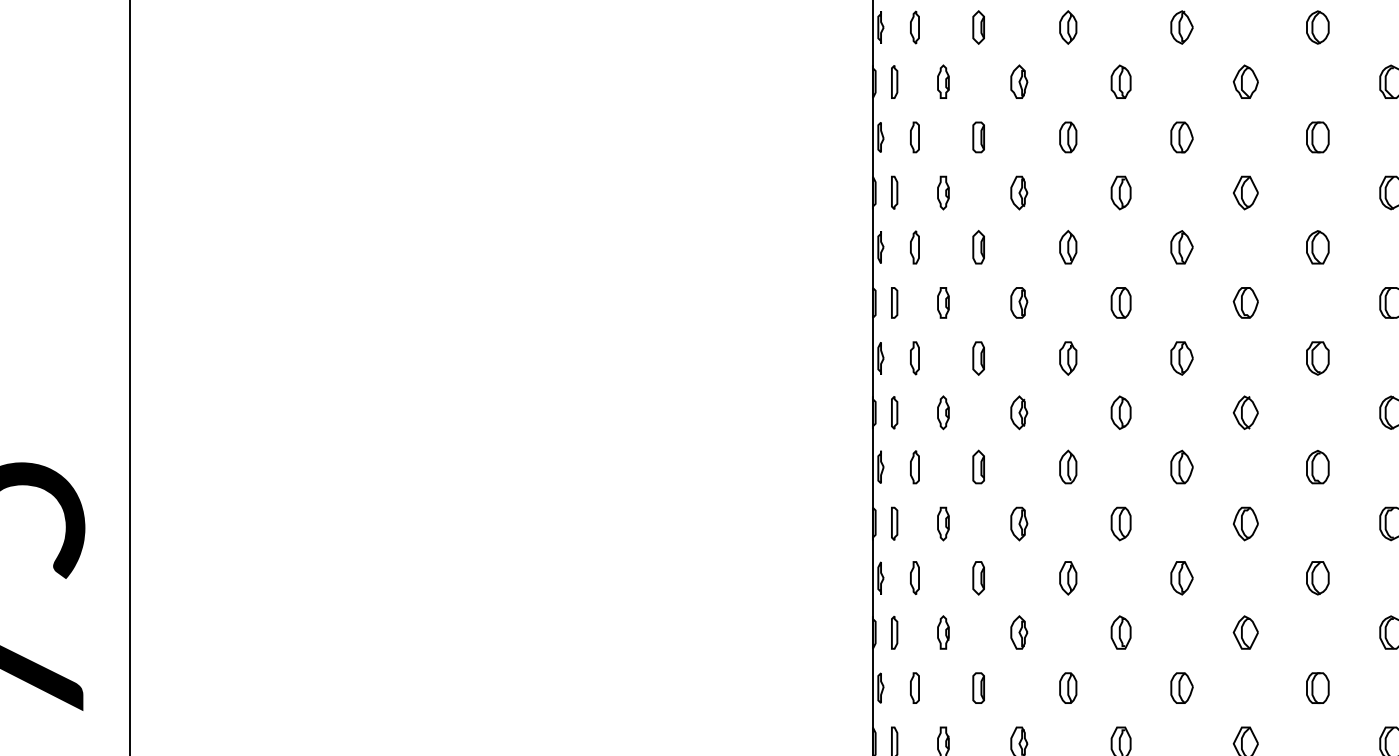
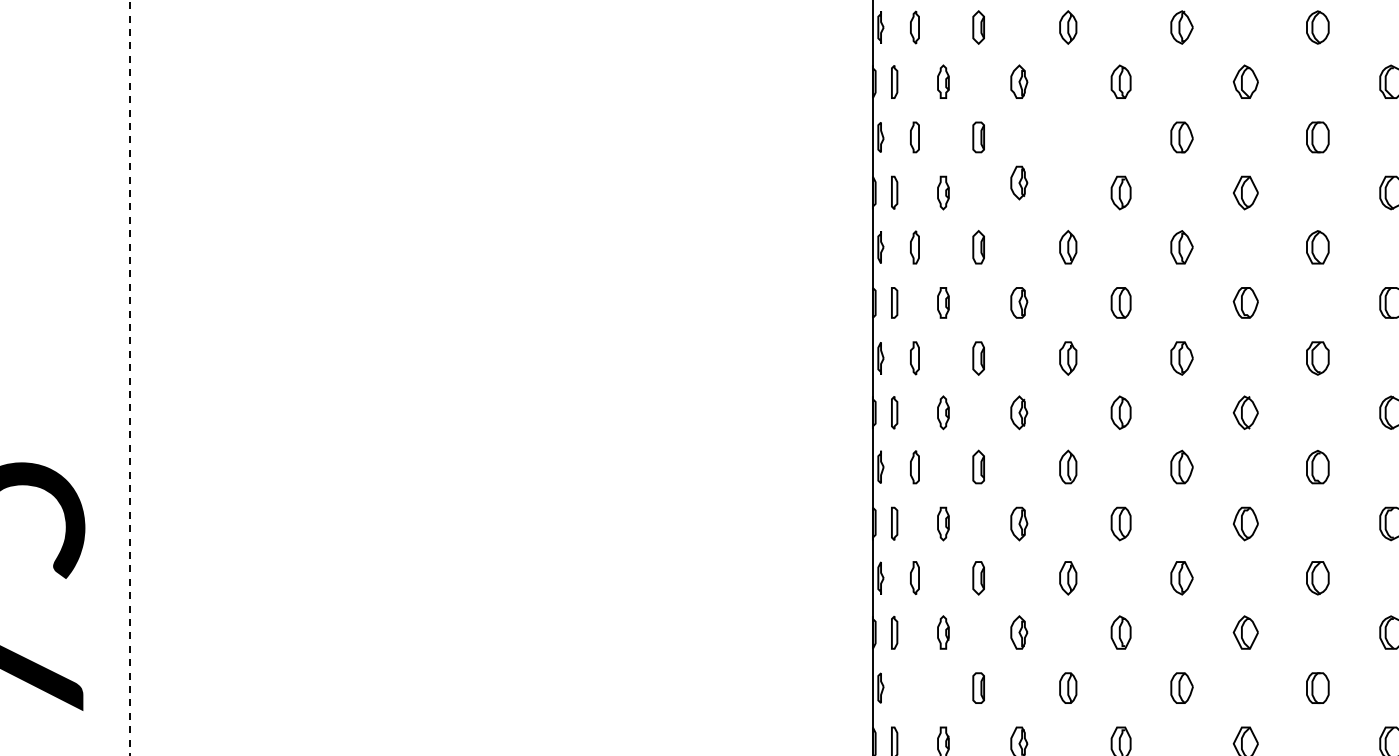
part at (1068, 137): present -> none
part at (1019, 192) position: (1019, 192) -> (1019, 182)
line at (129, 377): solid -> dashed
part at (914, 687): present -> none
